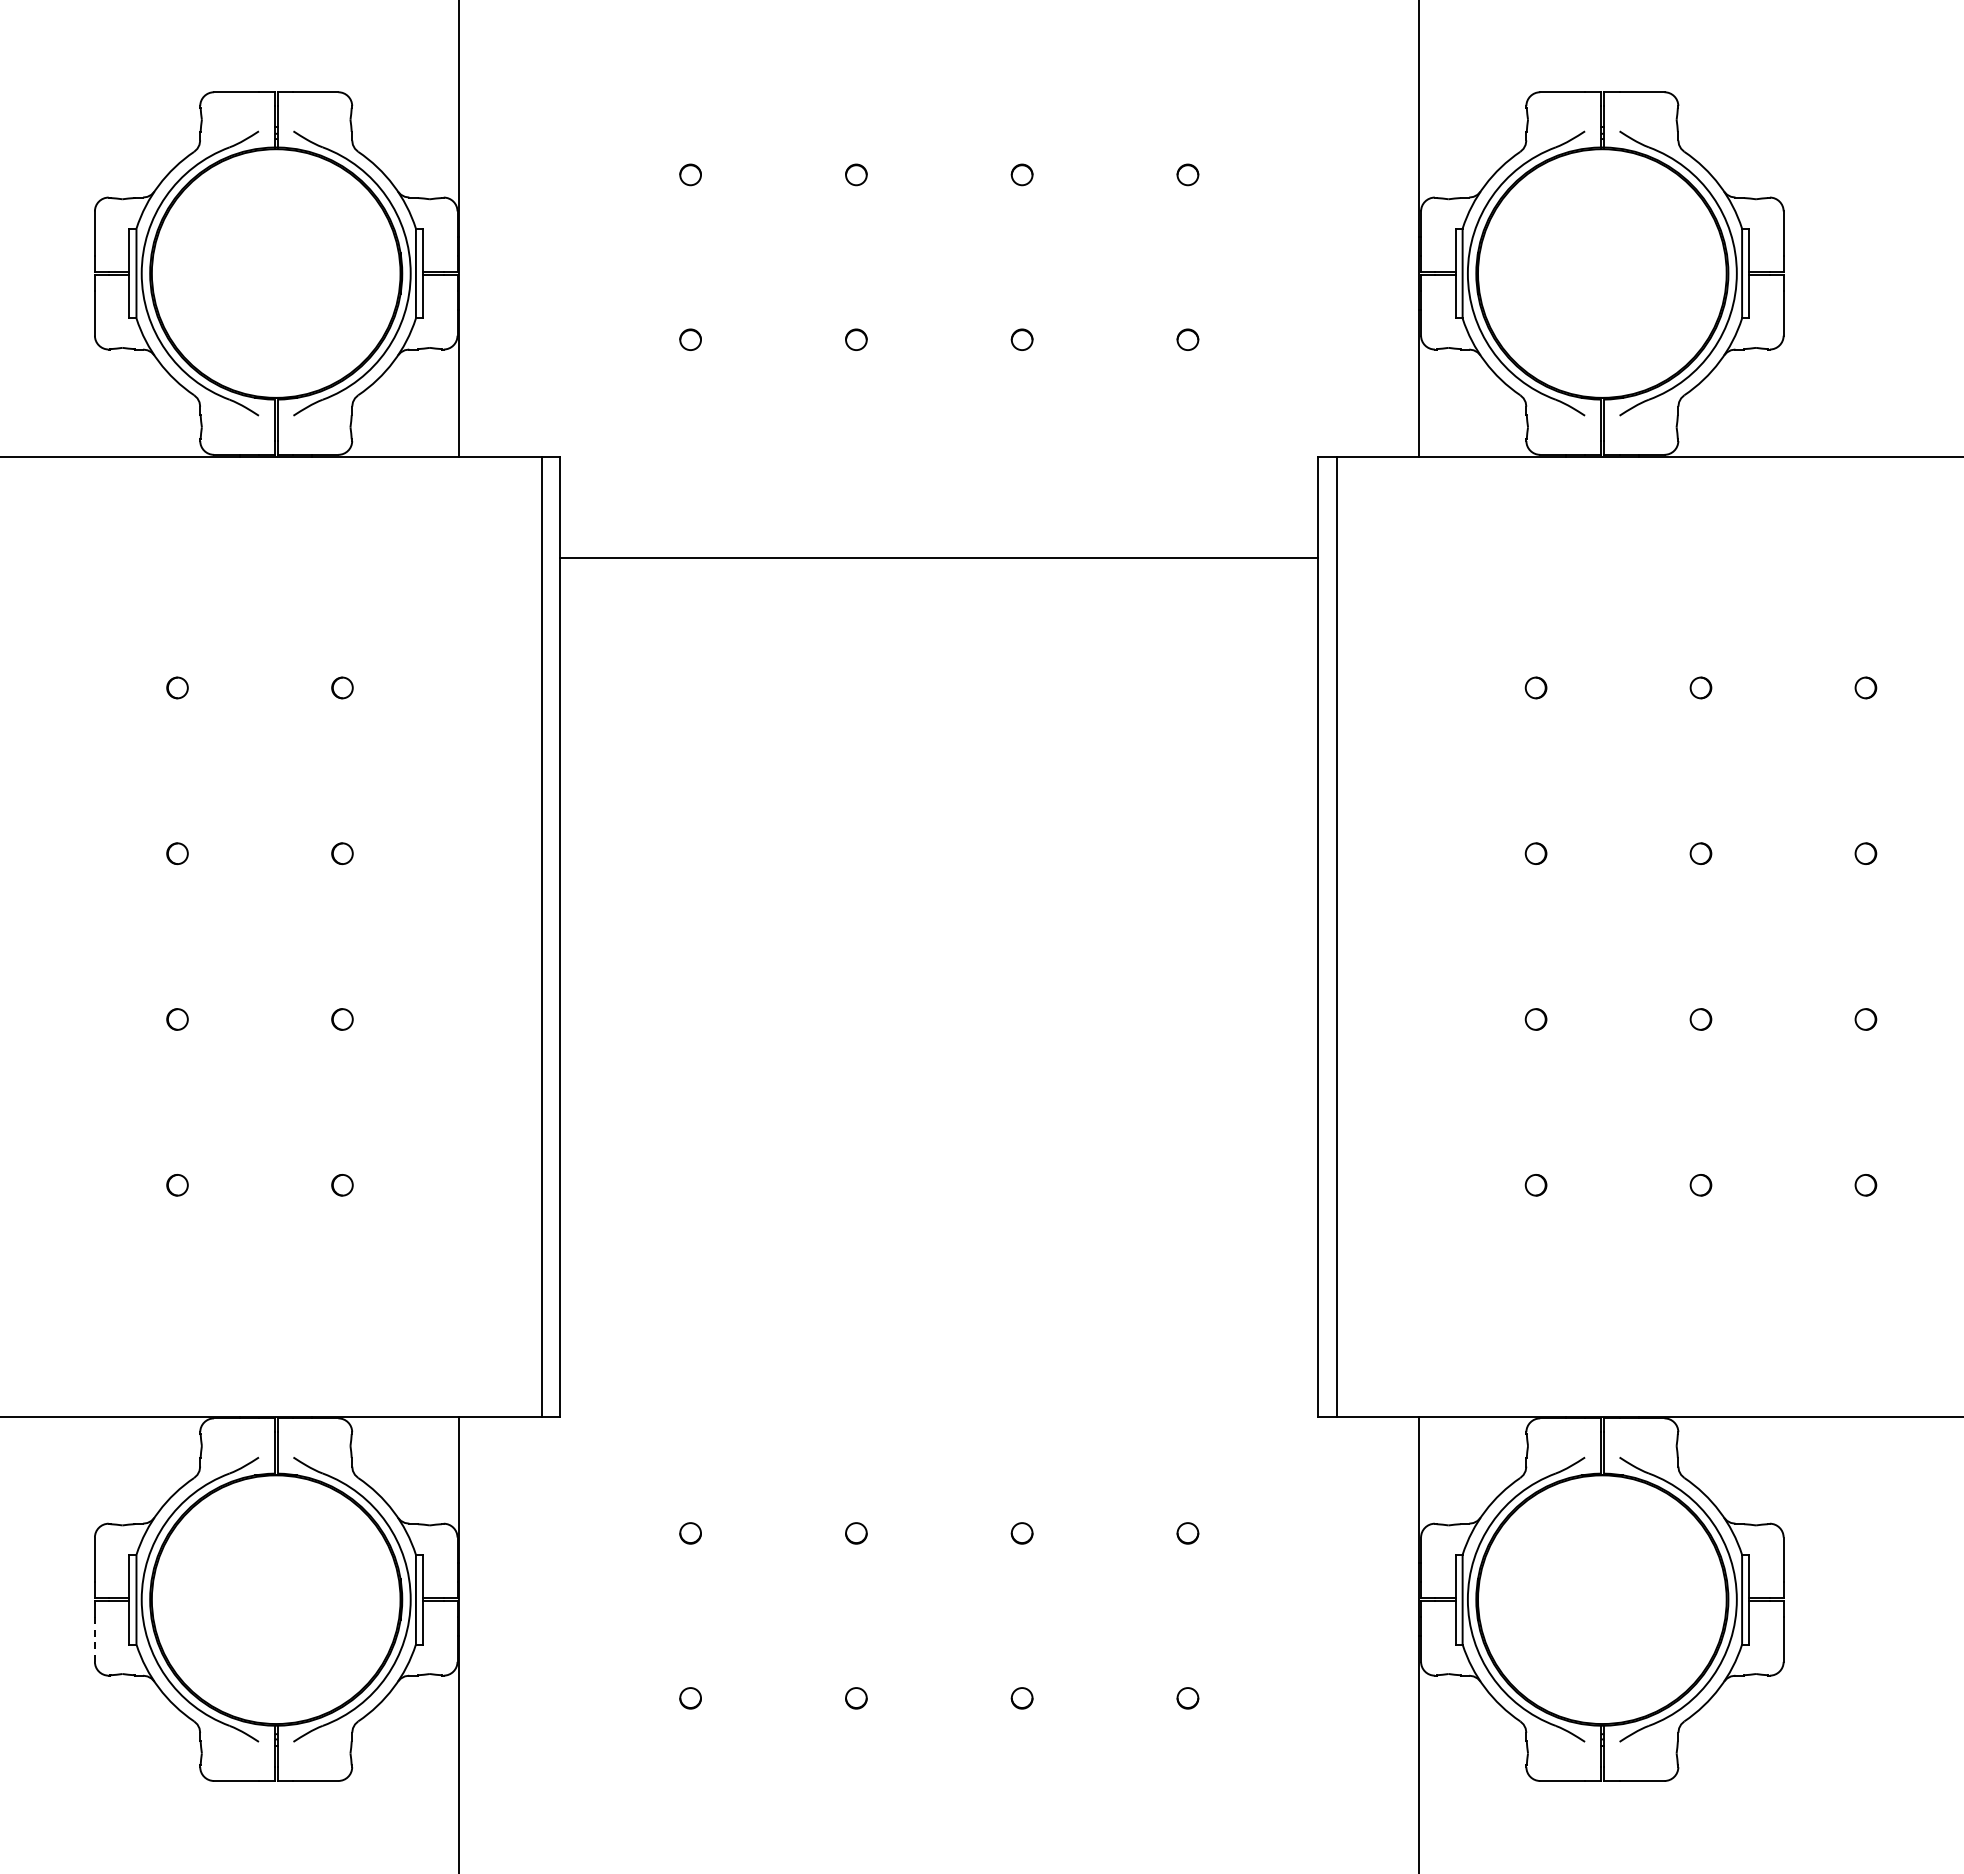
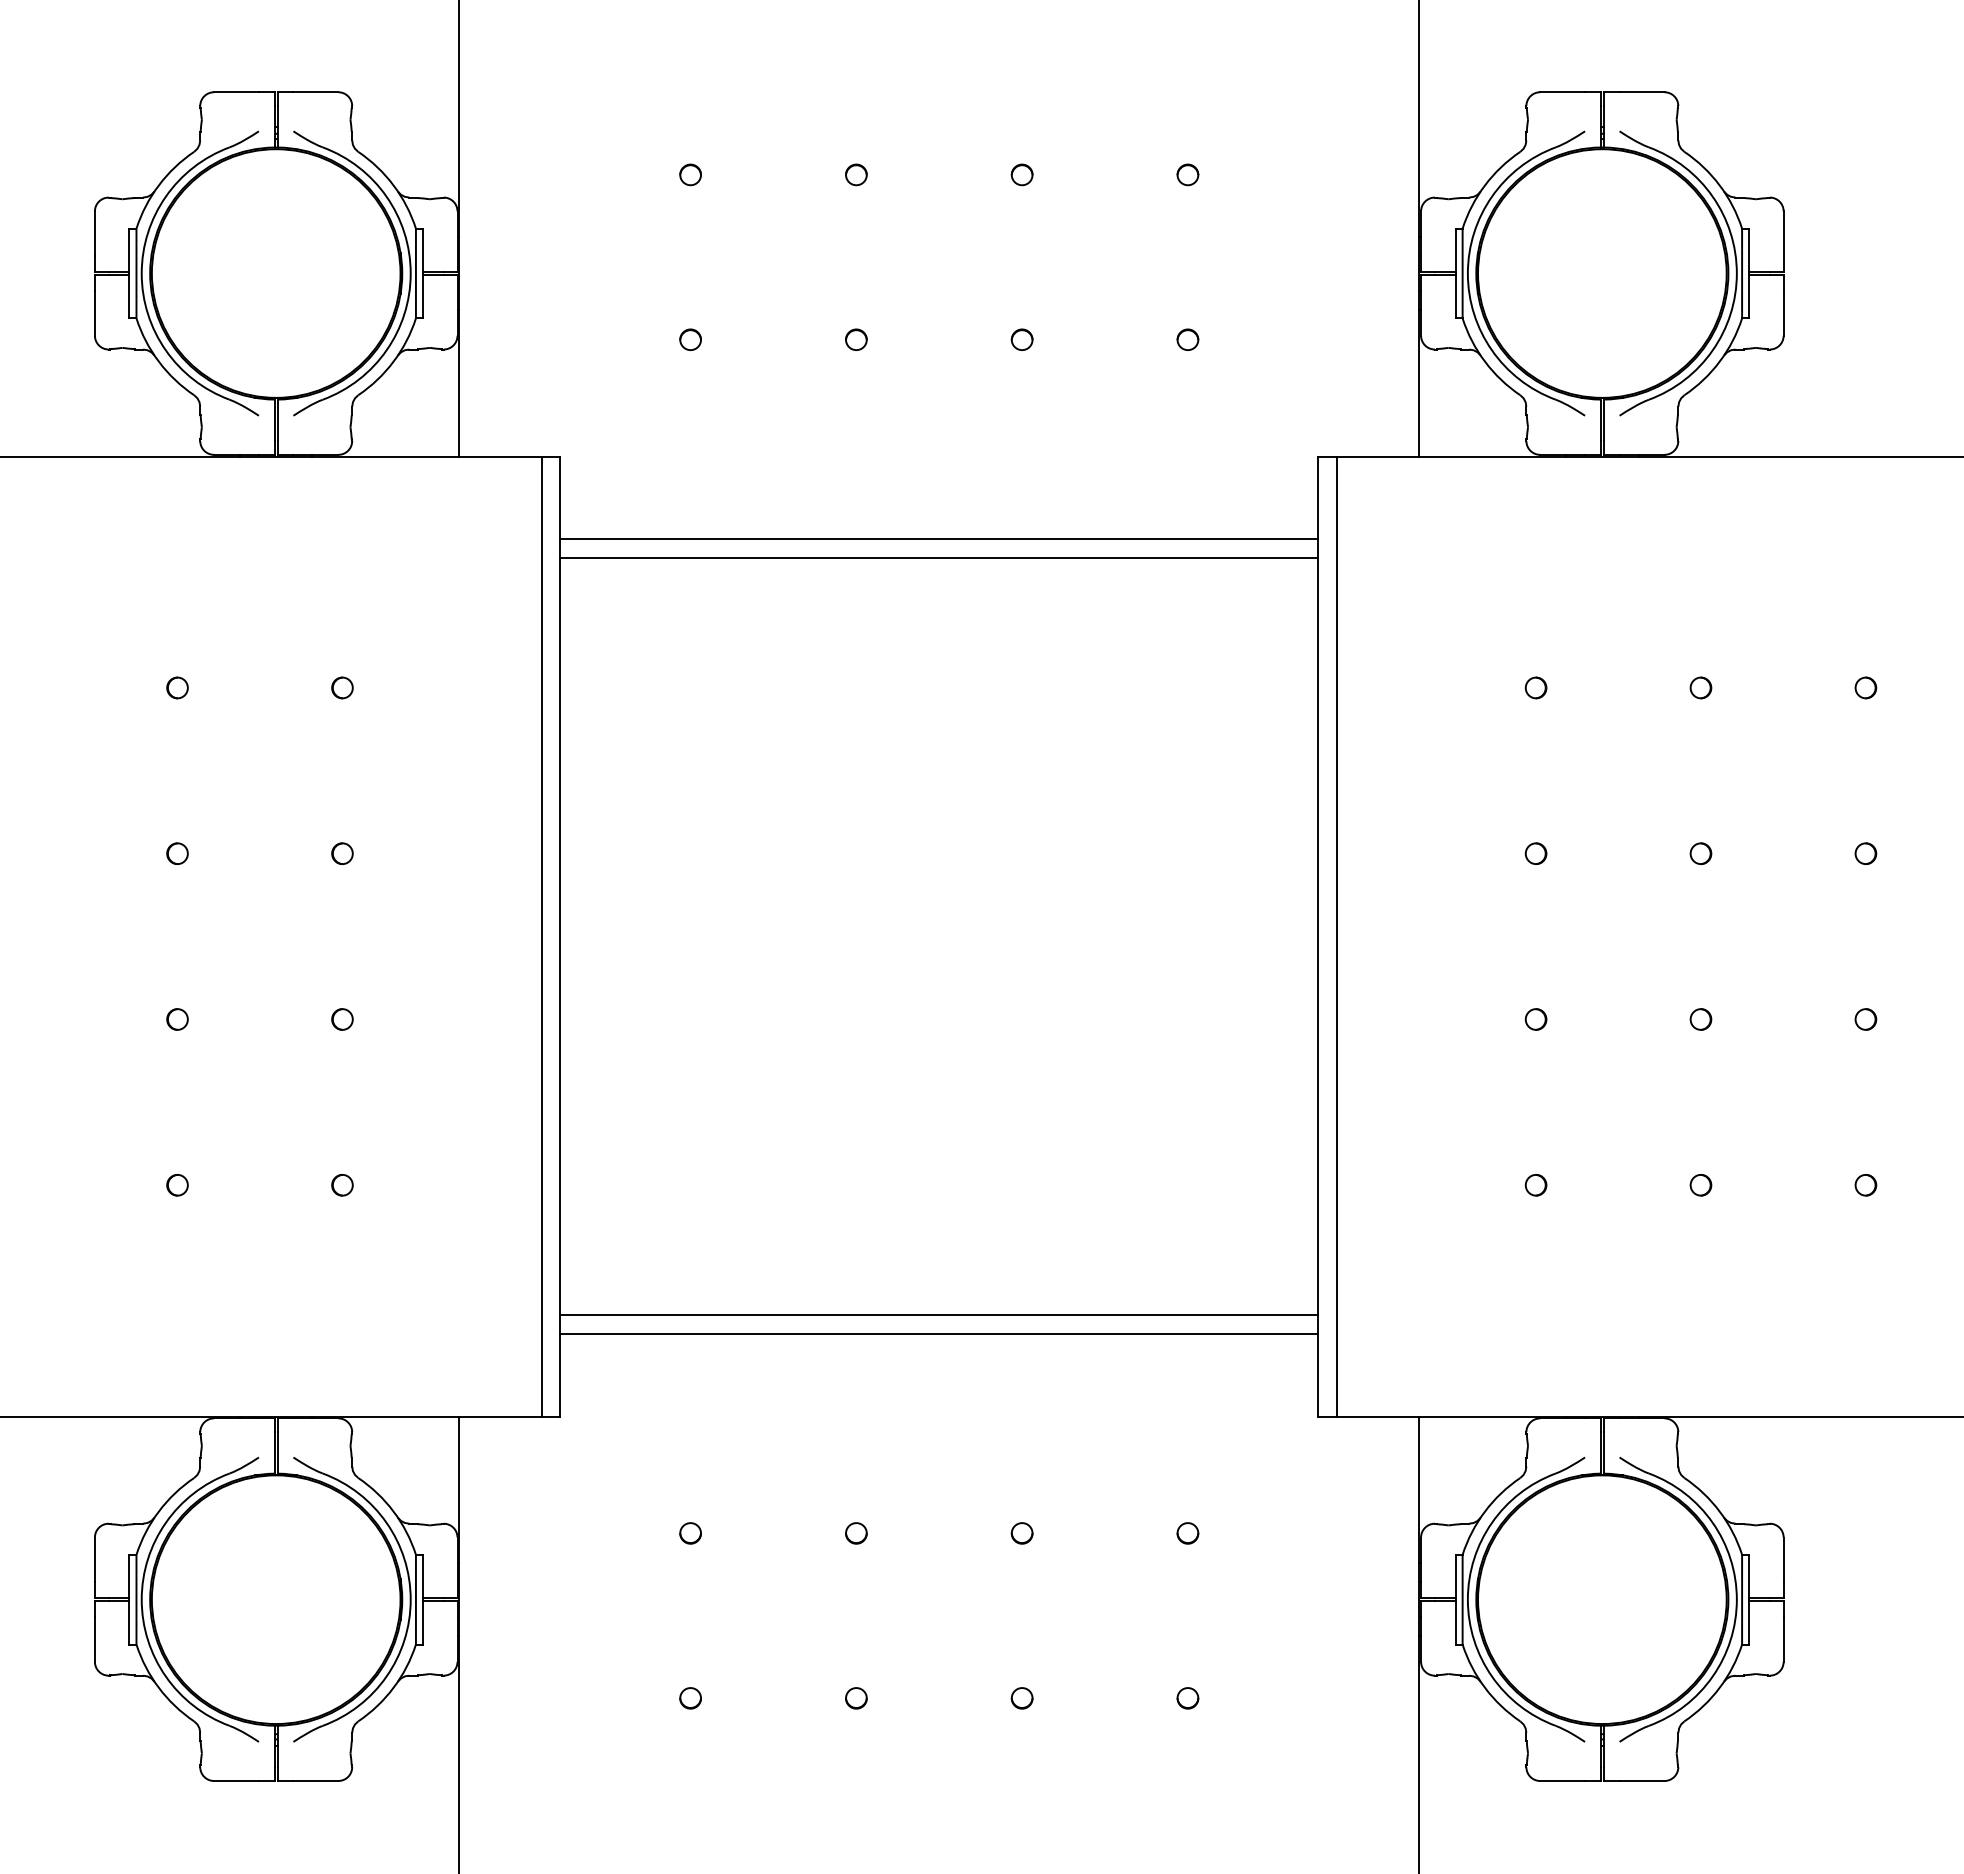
line at (939, 539): none -> present
line at (939, 1315): none -> present
line at (939, 1334): none -> present
line at (94, 1639): dashed -> solid
